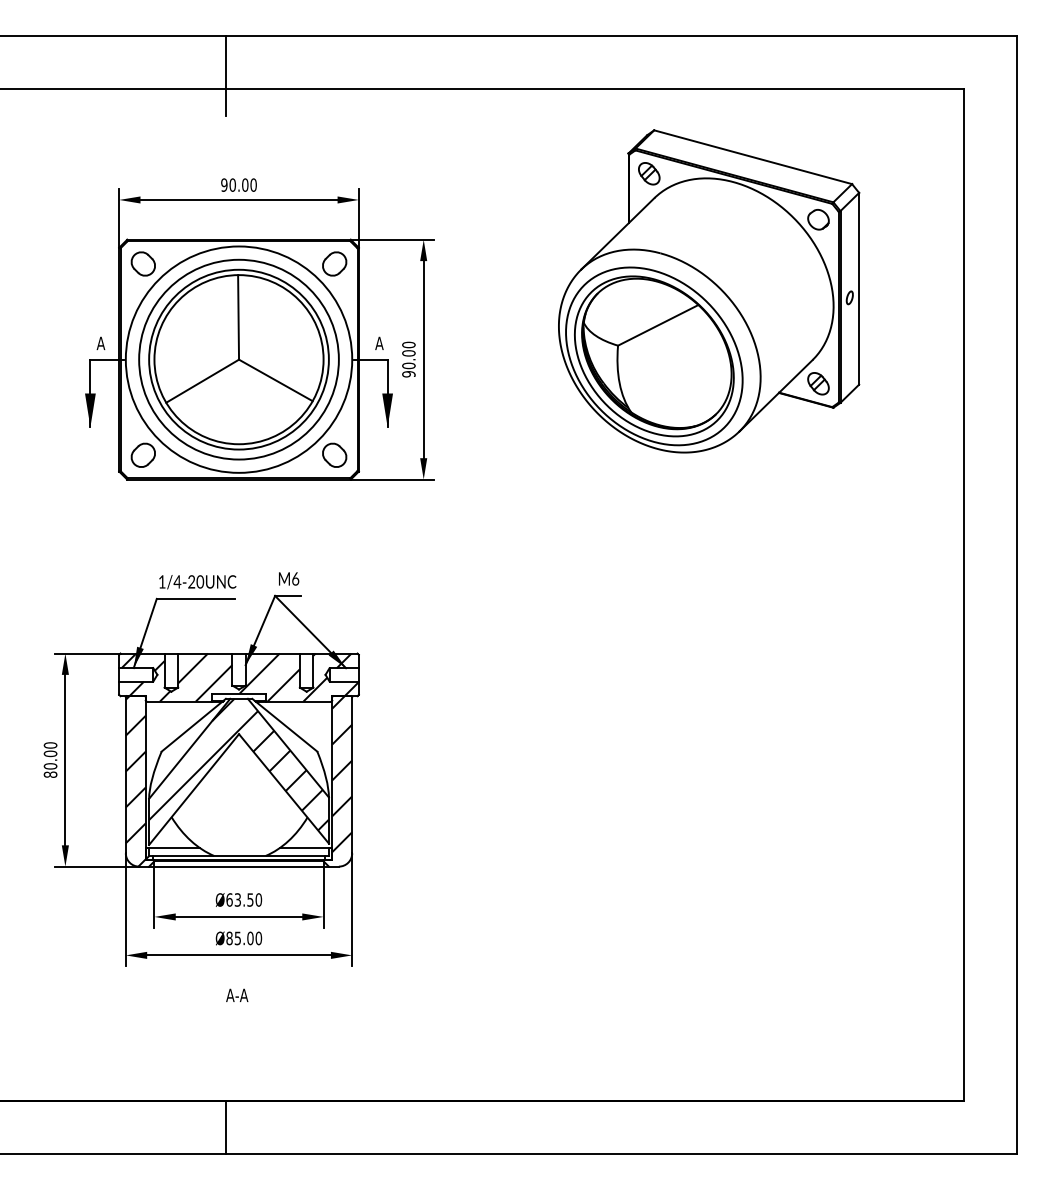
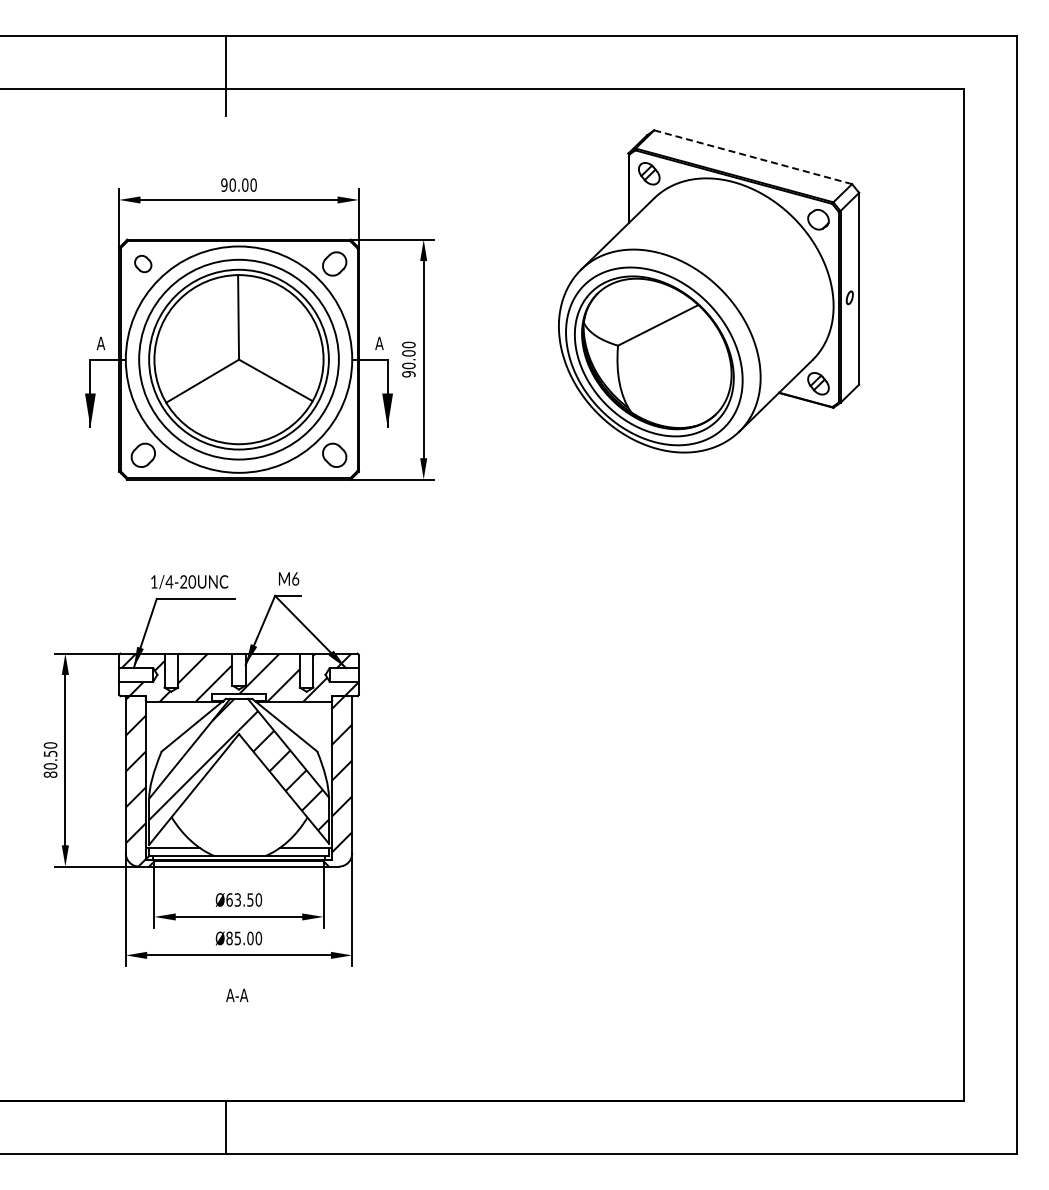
line at (753, 157): solid -> dashed
part at (142, 263) size: 26x26 px -> 19x19 px
text at (197, 582) position: (197, 582) -> (189, 582)
text at (50, 753): 80.00 -> 80.50
